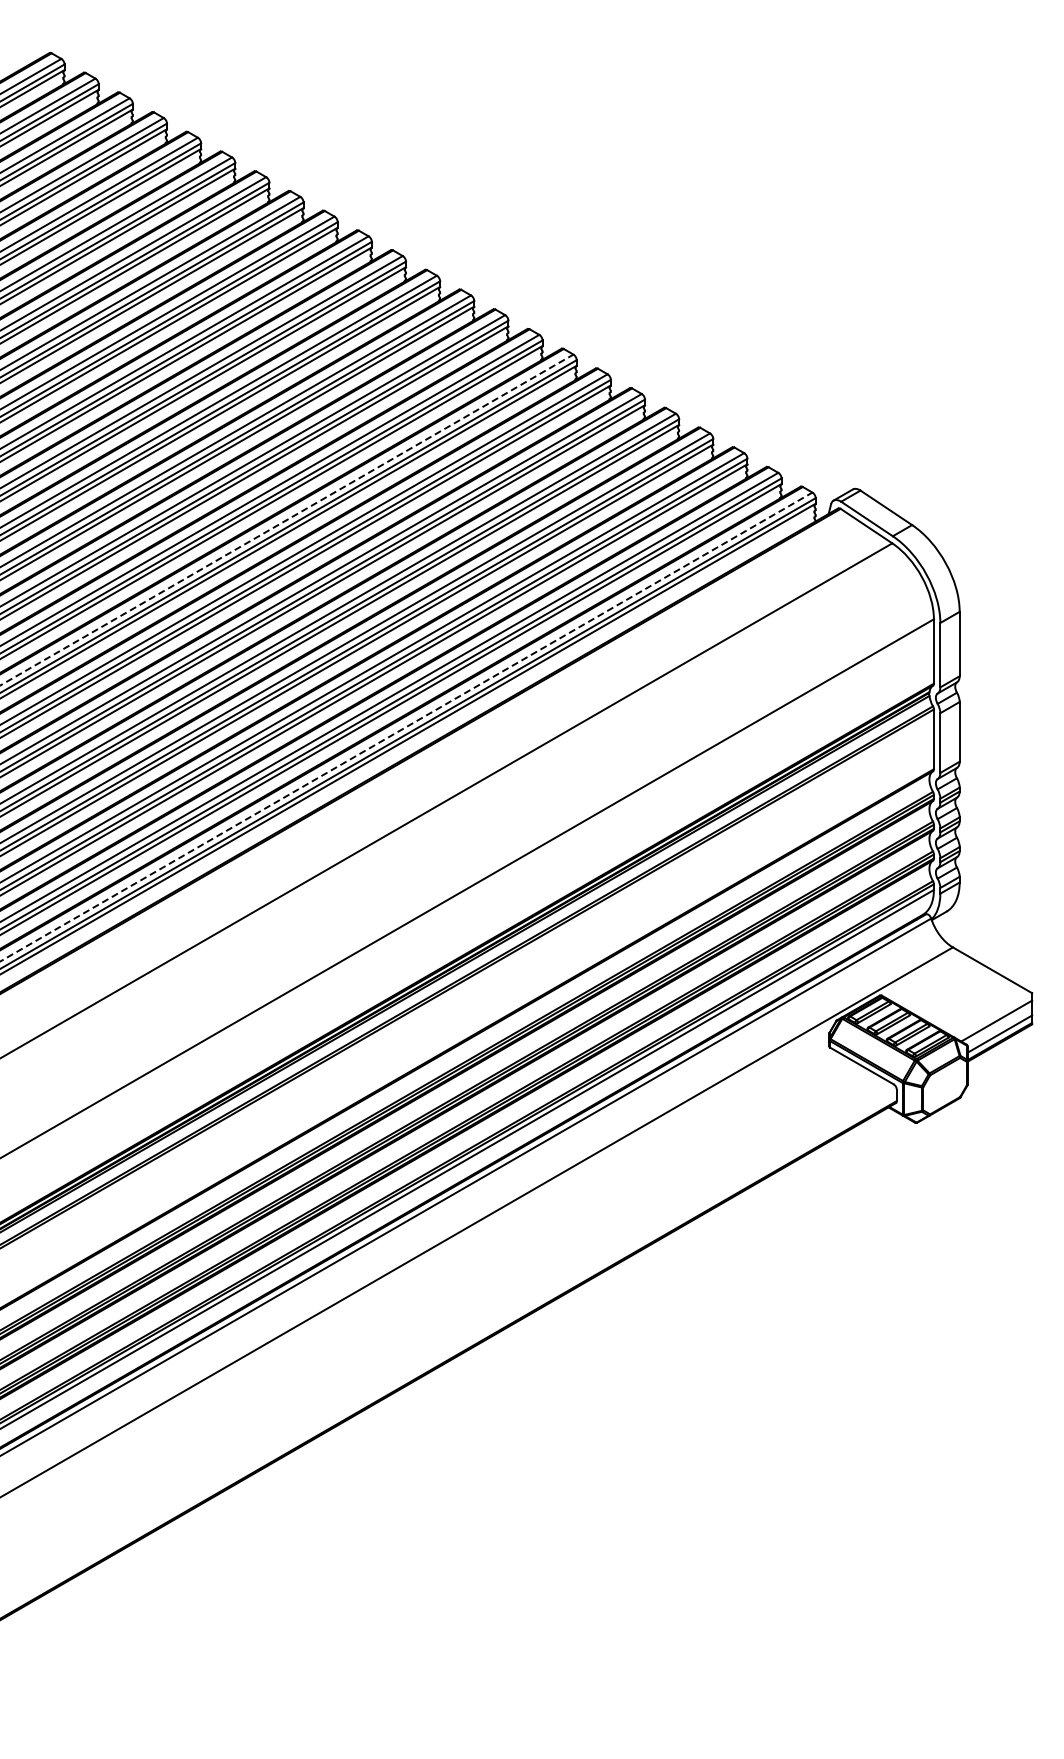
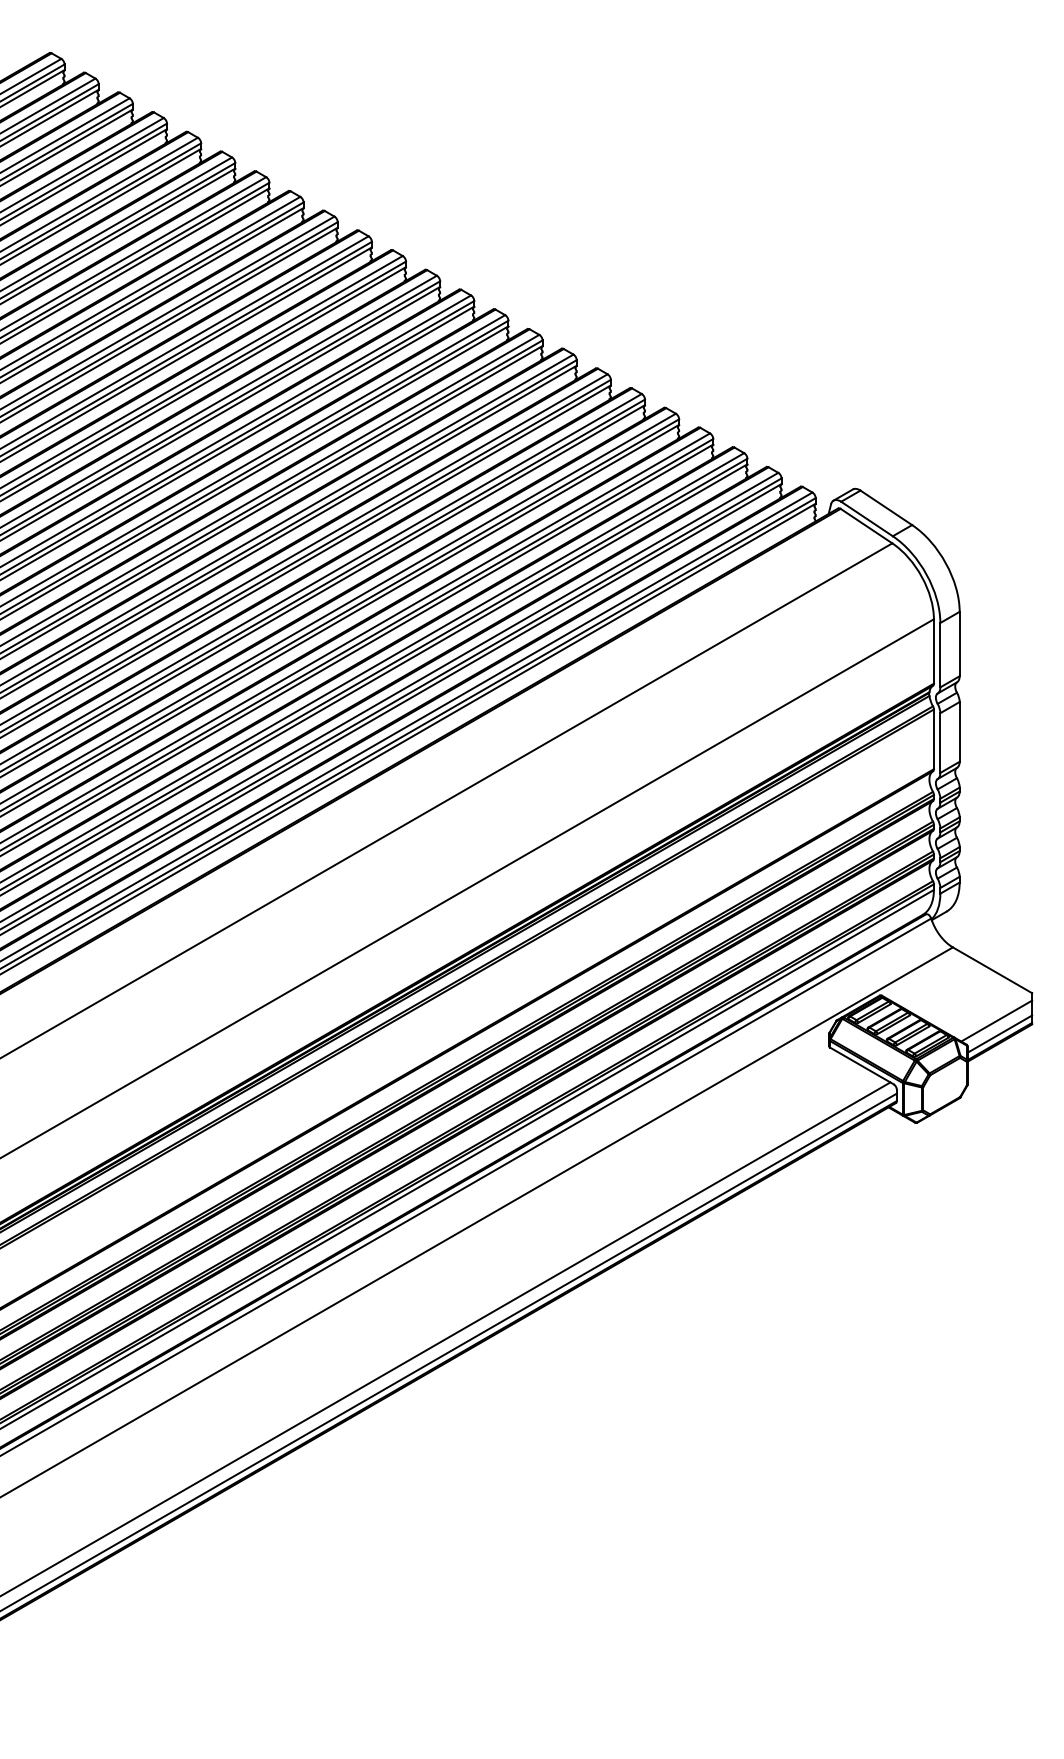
line at (286, 520): dashed -> solid
line at (406, 726): dashed -> solid
line at (446, 1338): none -> present
line at (449, 1351): none -> present
